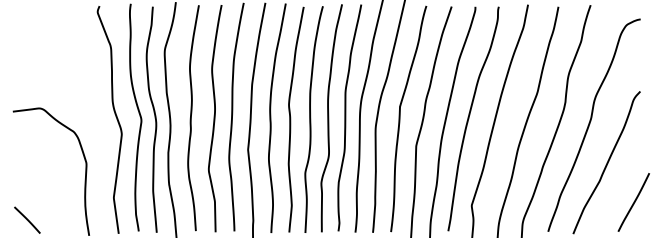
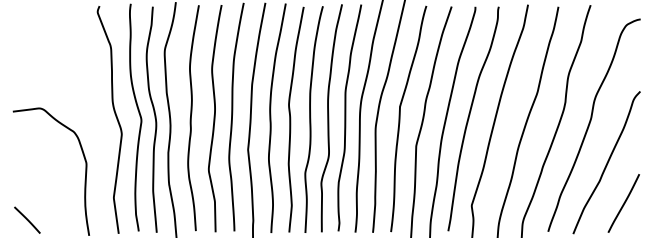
line at (633, 202) position: (633, 202) -> (623, 203)
